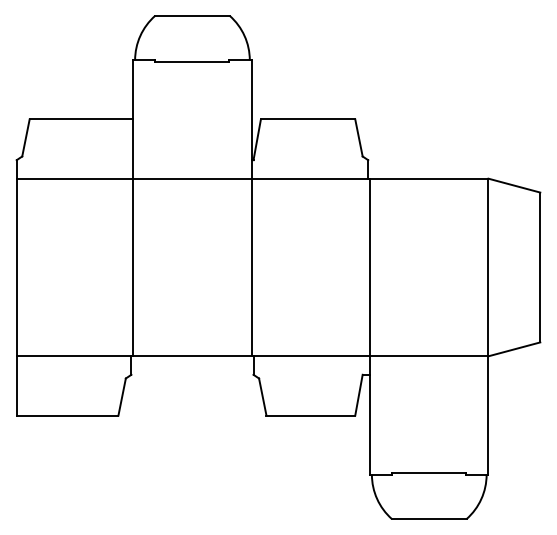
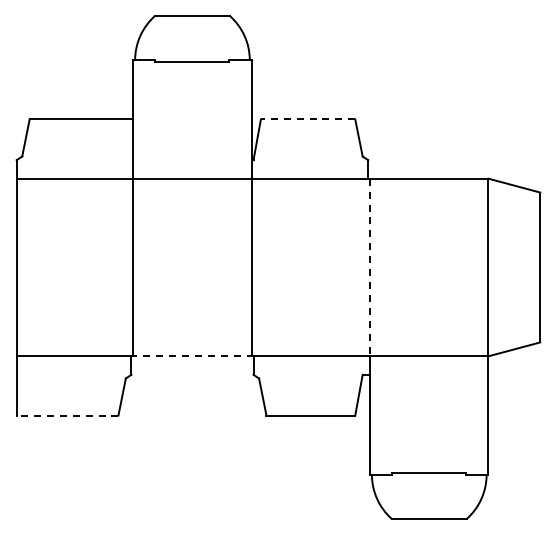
line at (307, 119): solid -> dashed
line at (370, 267): solid -> dashed
line at (191, 356): solid -> dashed
line at (67, 415): solid -> dashed
